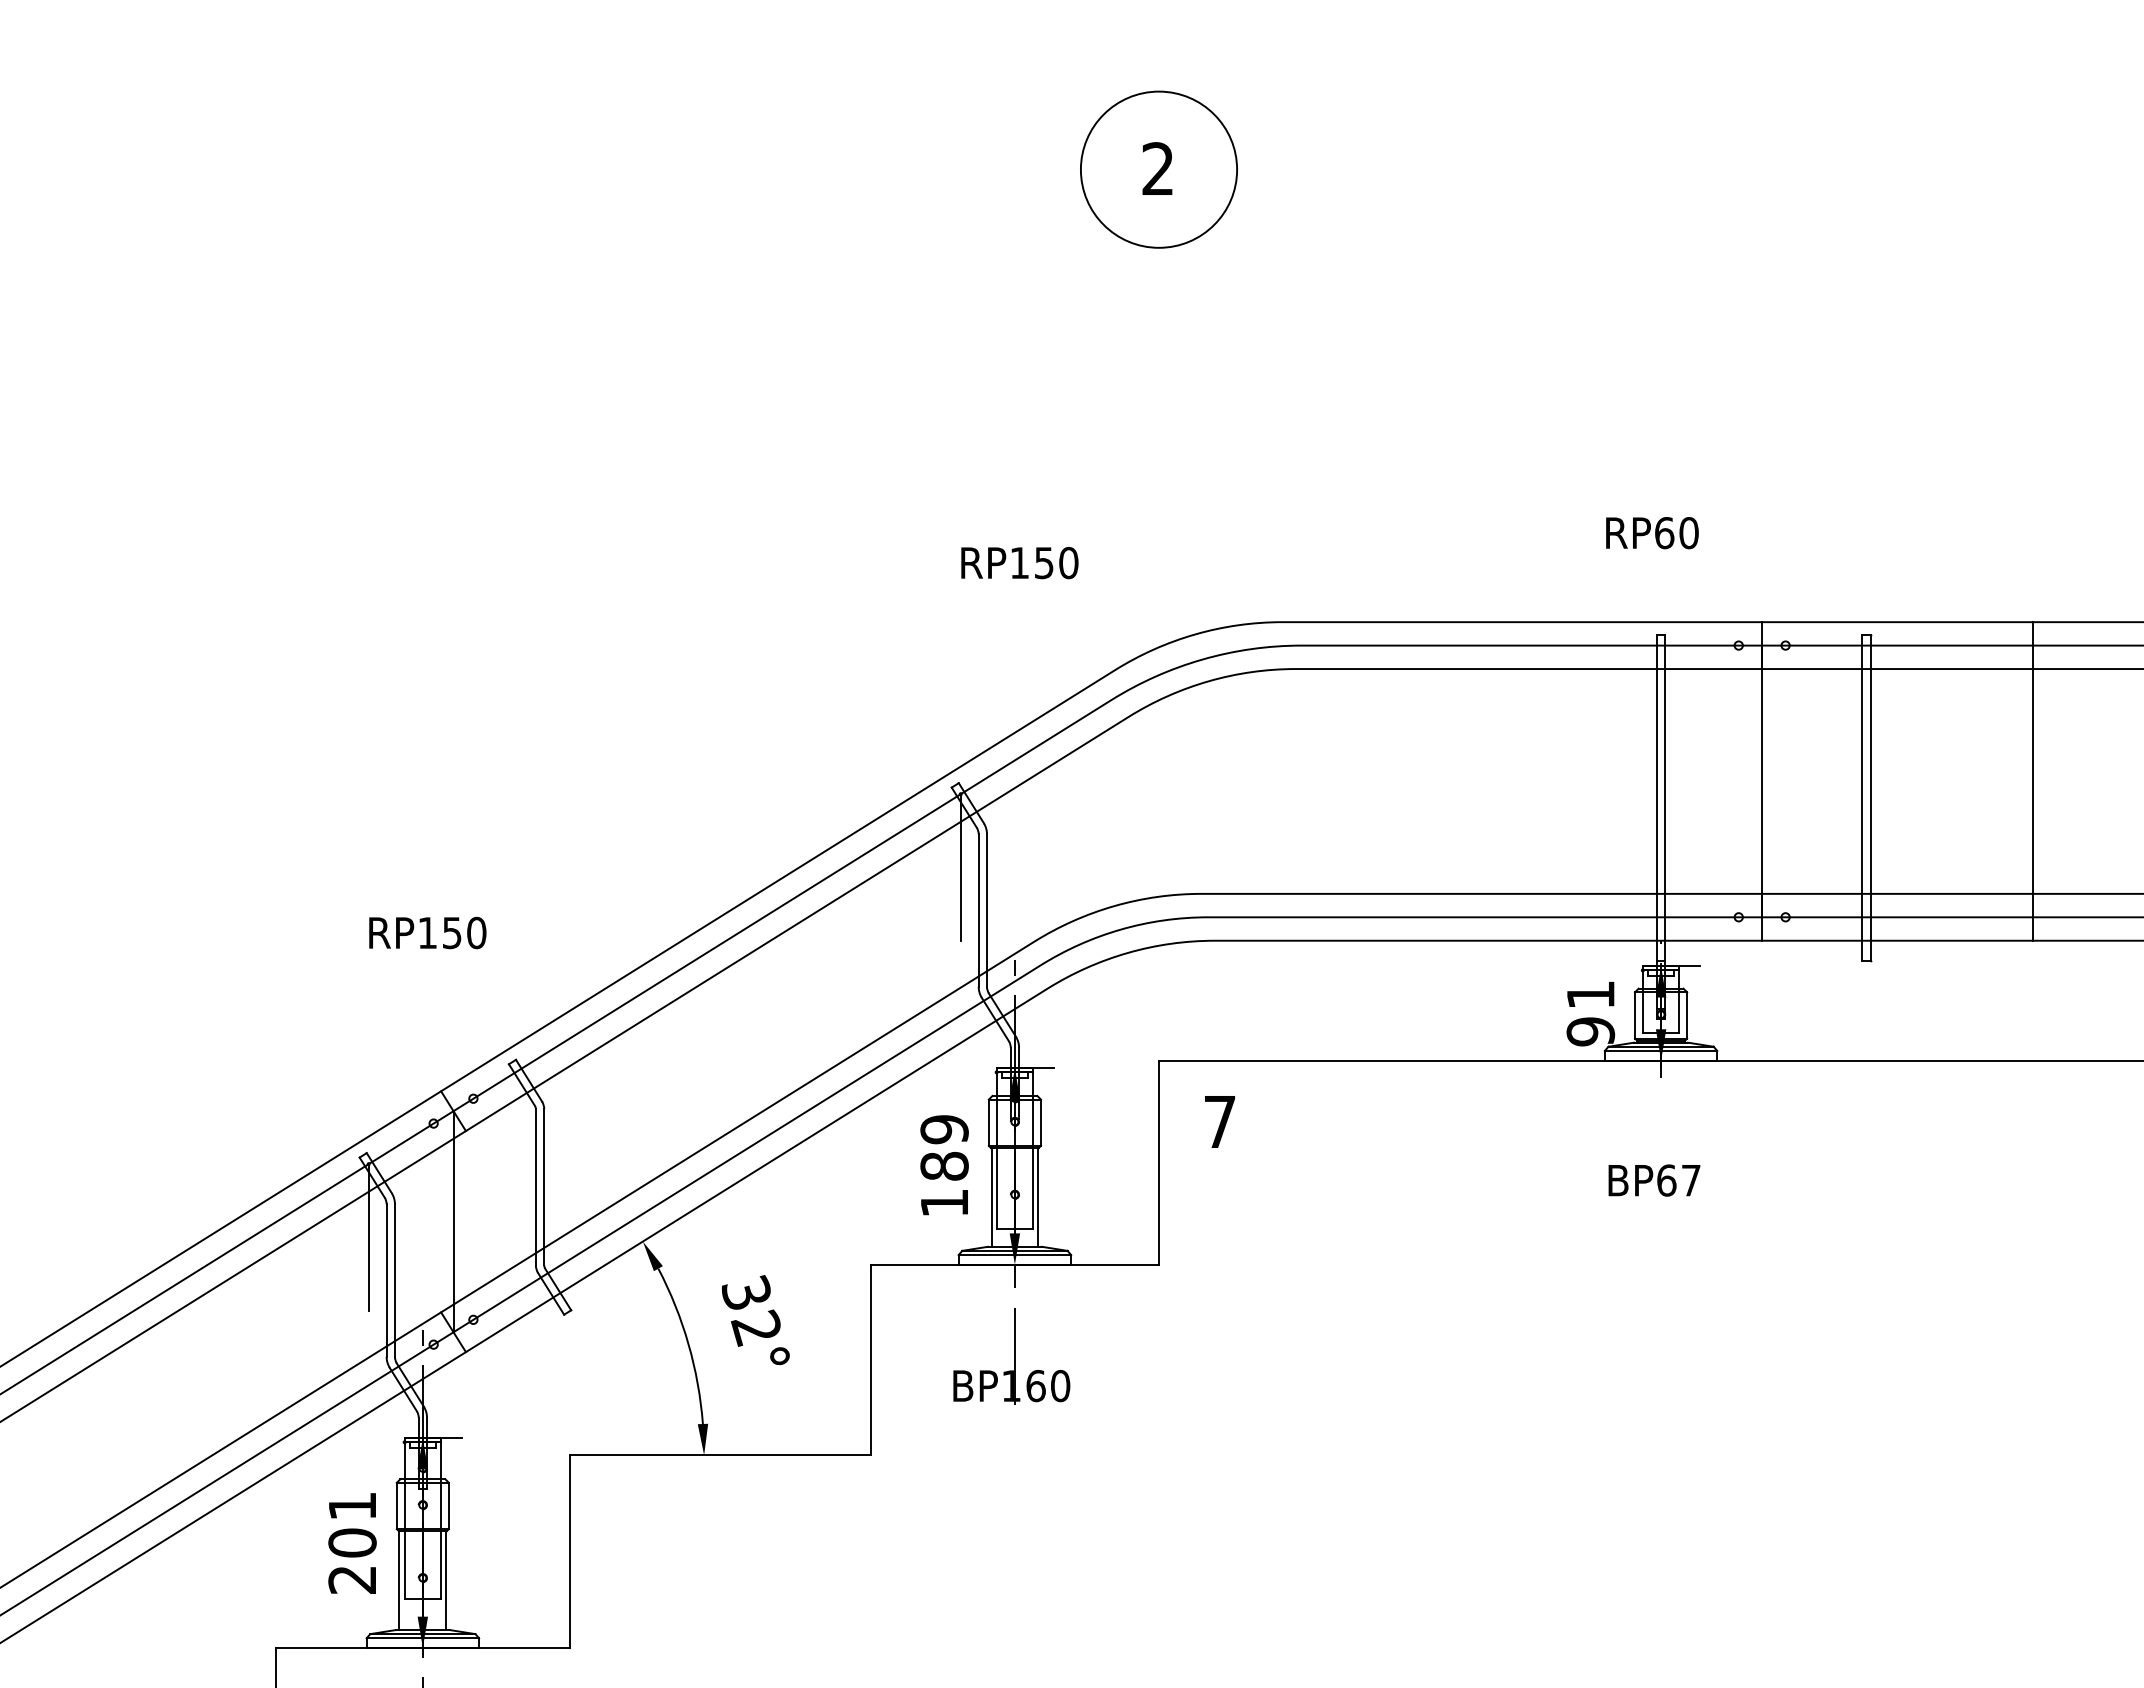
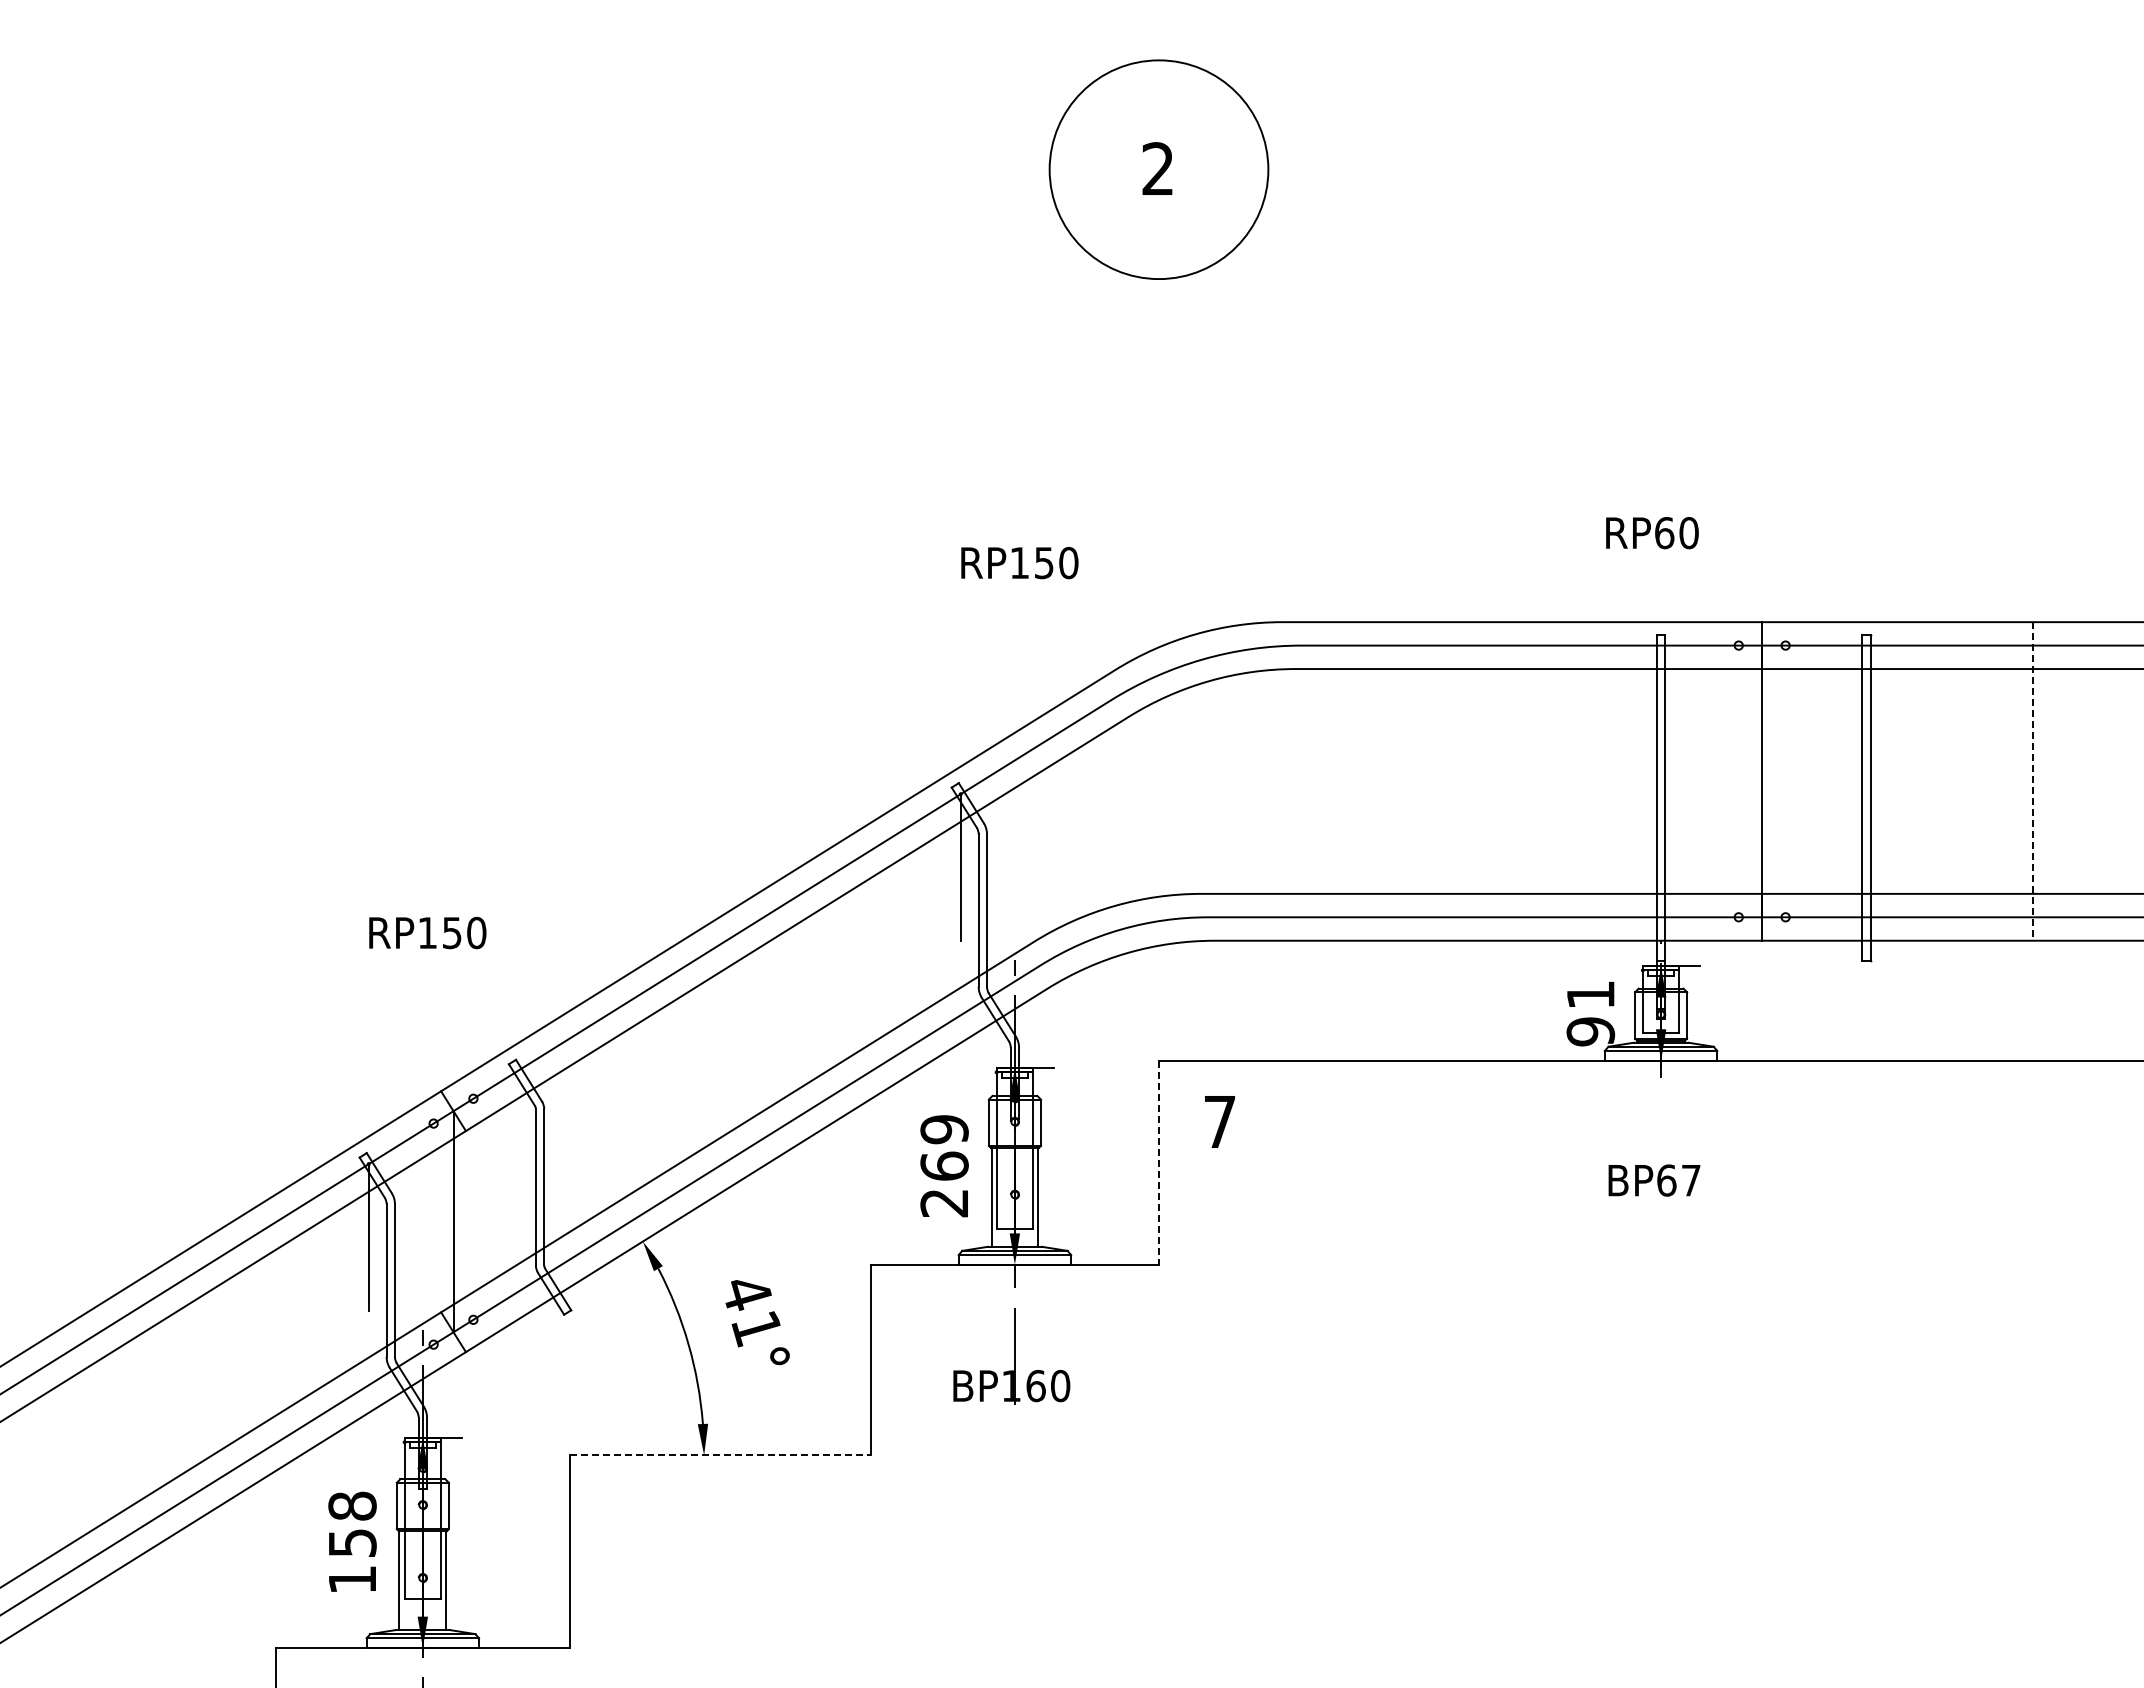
circle at (1158, 169) diameter: 156 px -> 219 px
line at (2032, 781): solid -> dashed
line at (1158, 1163): solid -> dashed
text at (944, 1184): 189 -> 269
text at (750, 1311): 32° -> 41°
line at (721, 1455): solid -> dashed
text at (352, 1542): 201 -> 158
